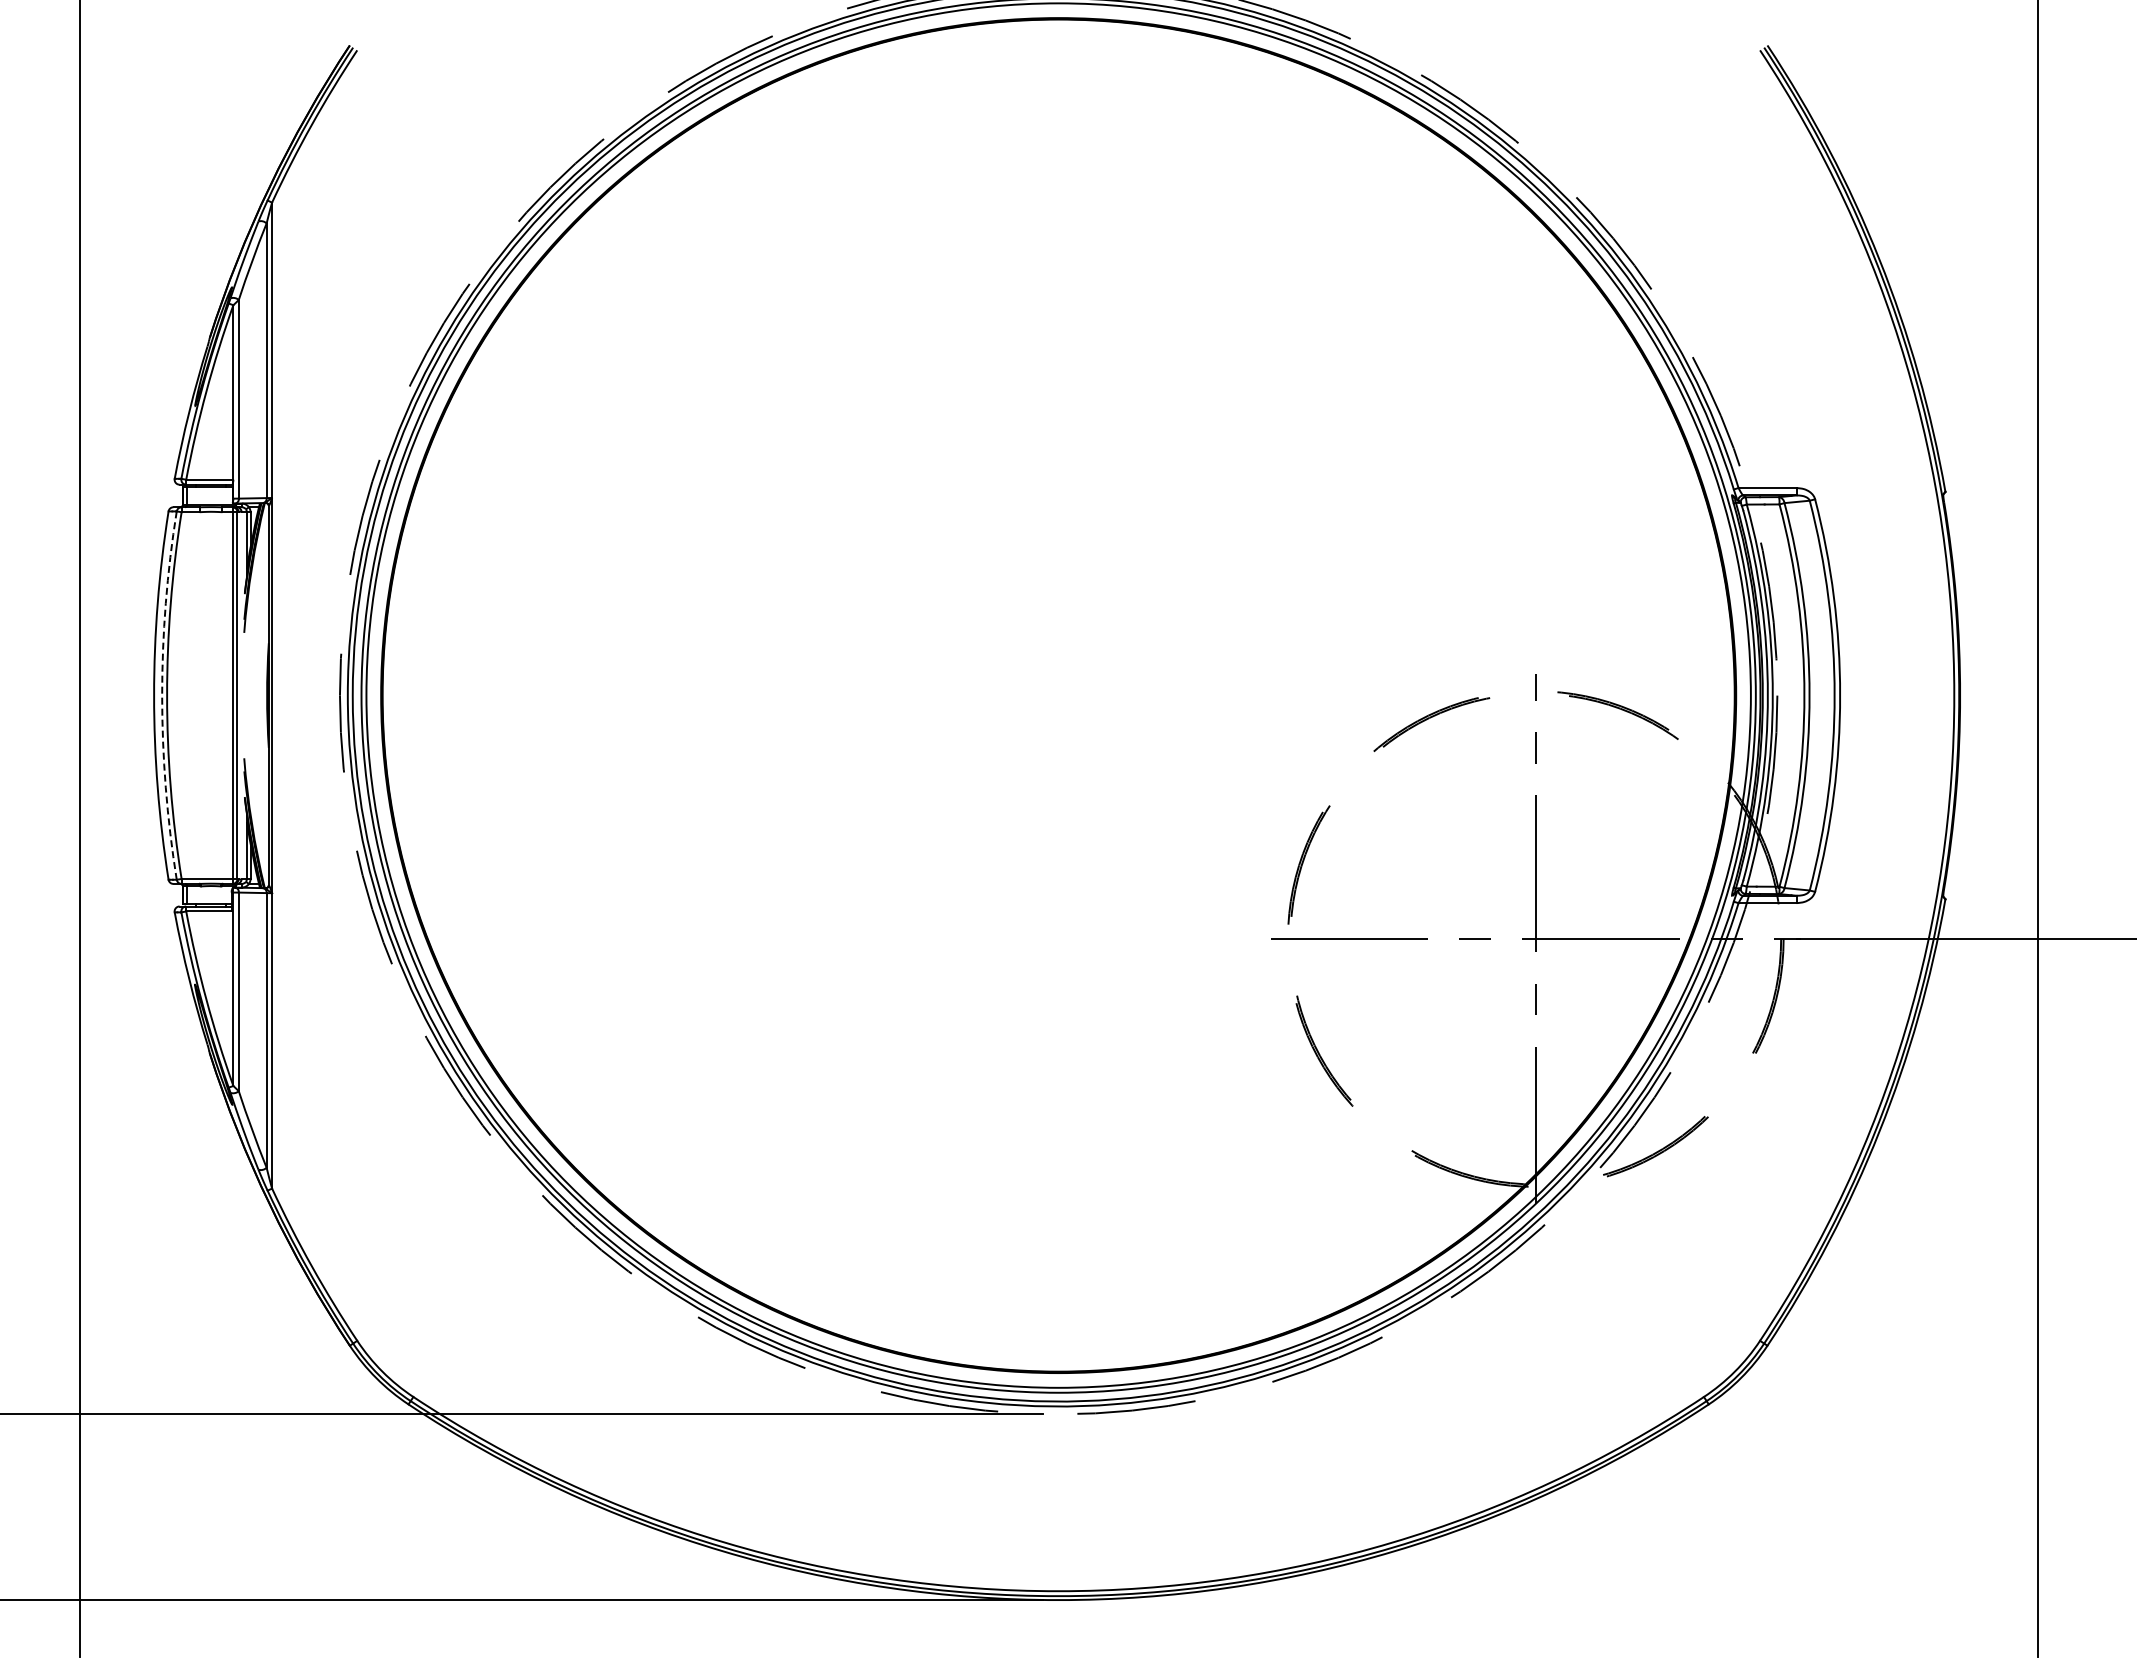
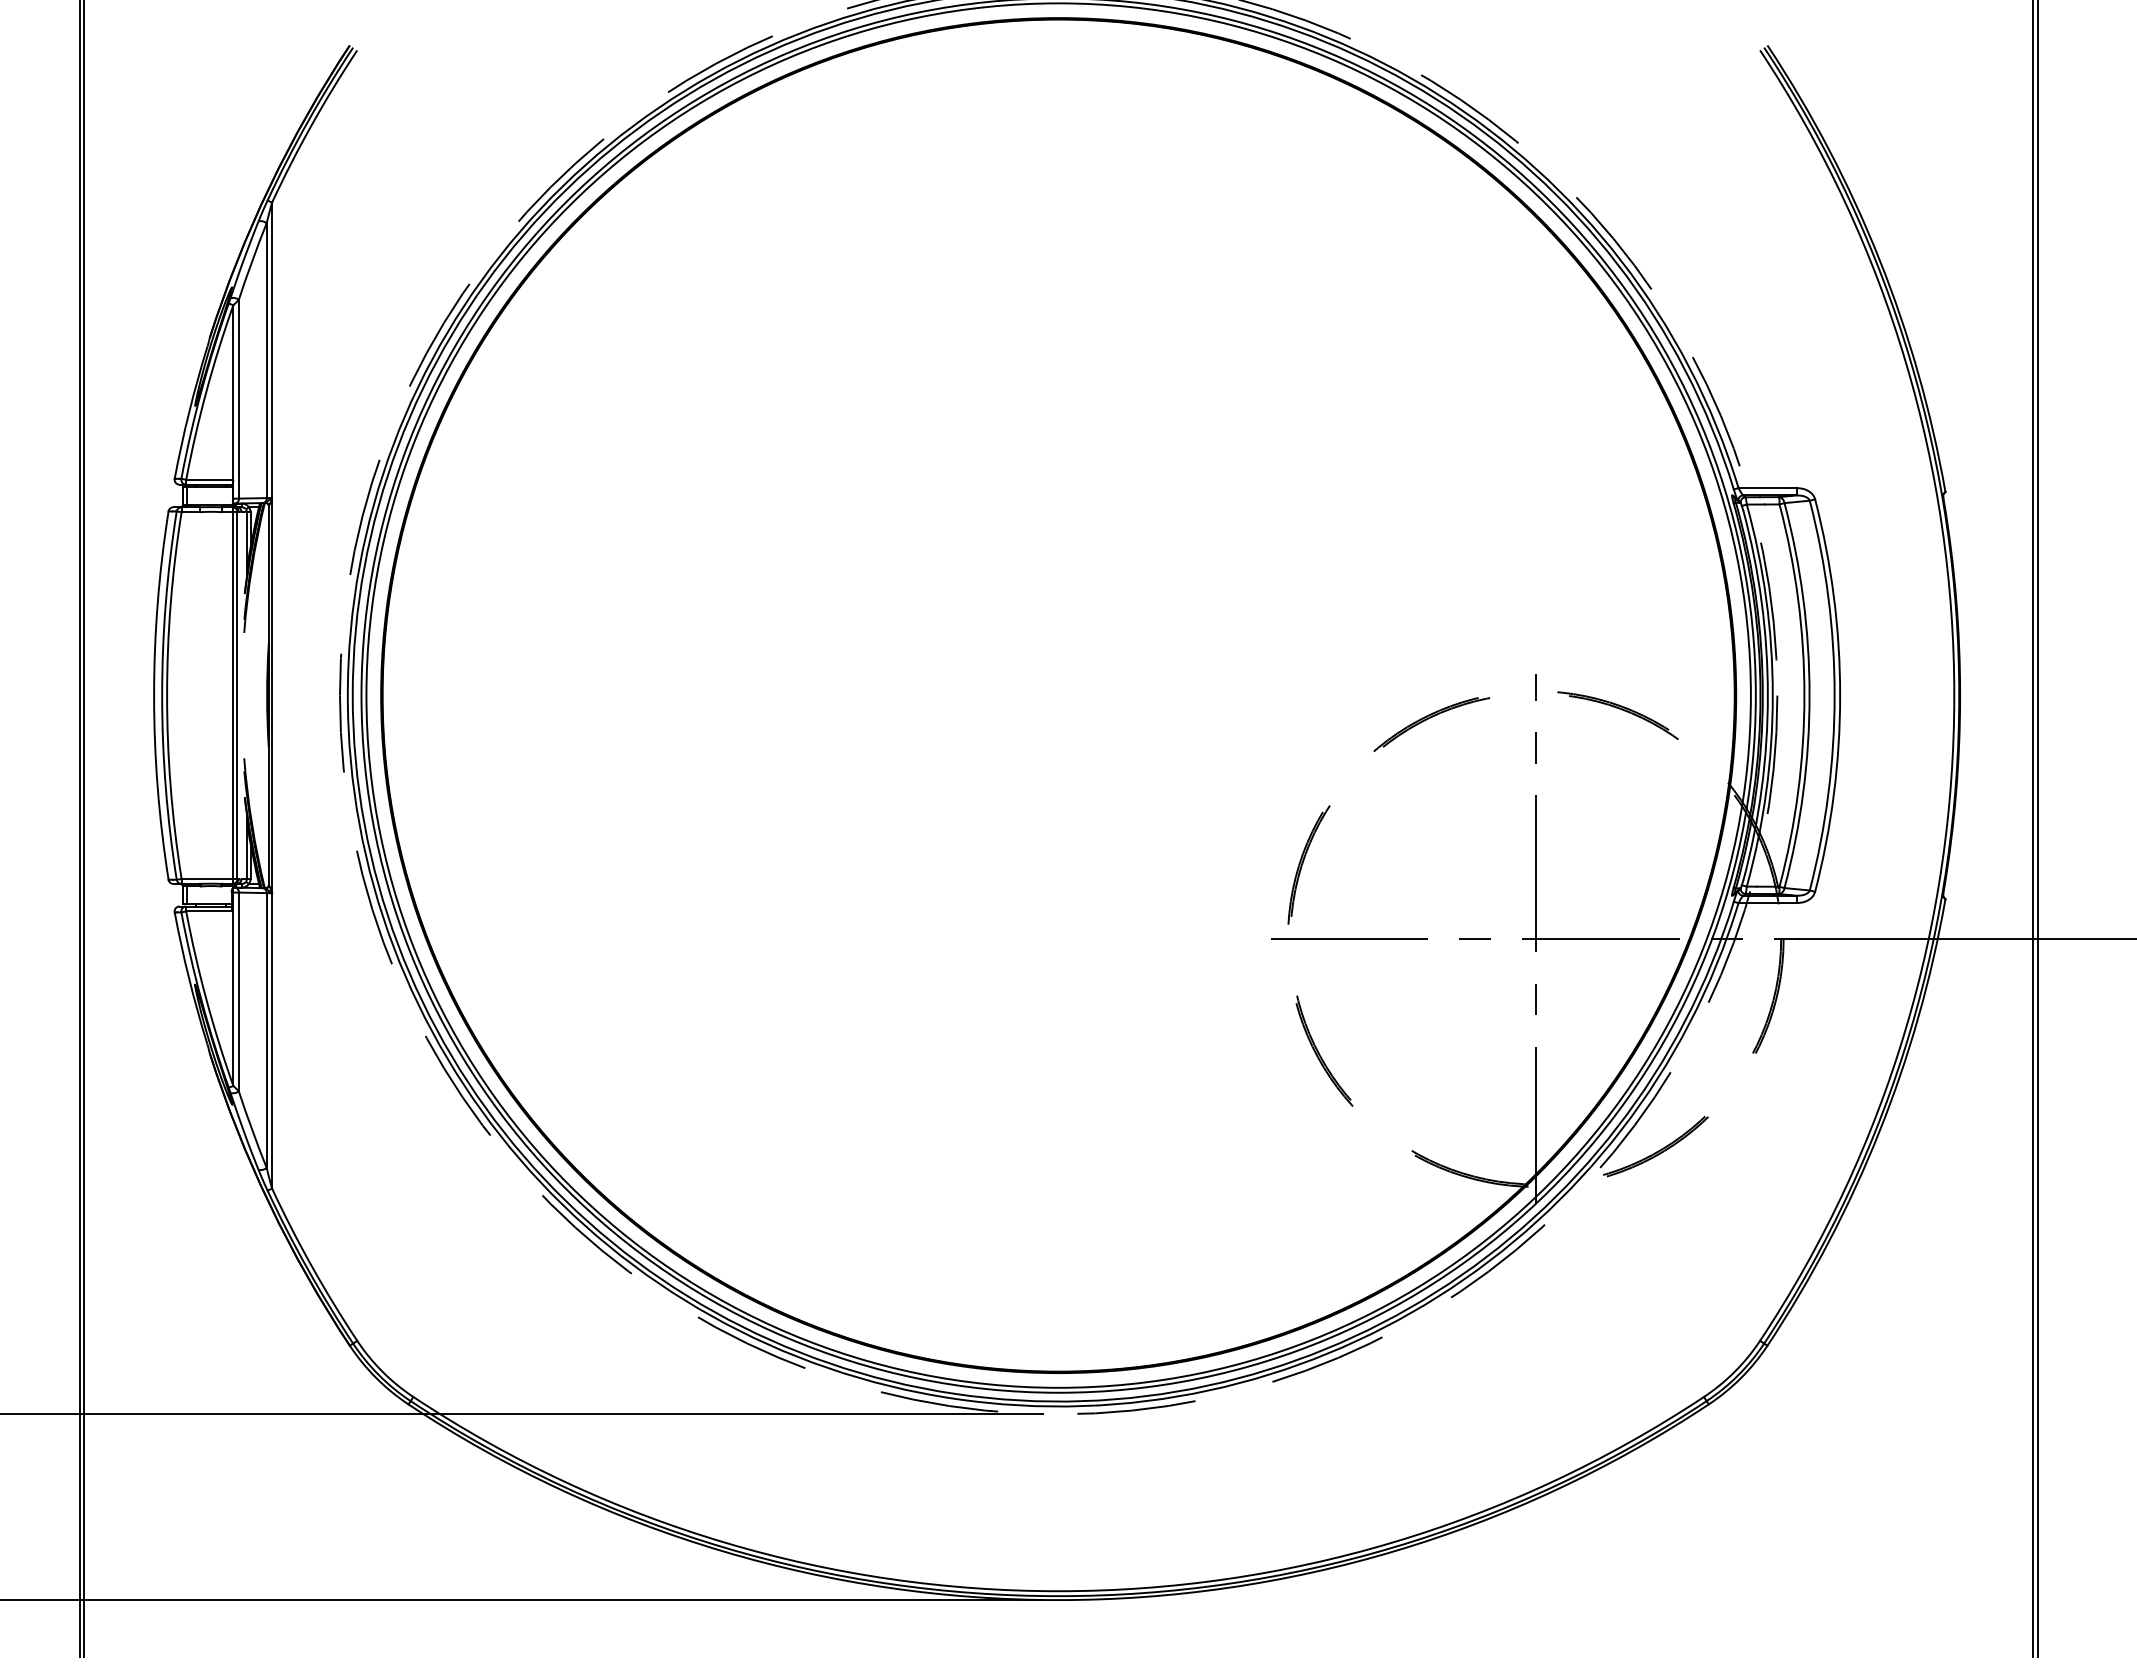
arc at (162, 695): dashed -> solid
line at (84, 829): none -> present
line at (2033, 829): none -> present
